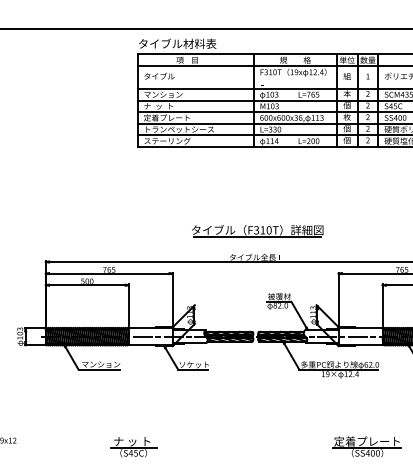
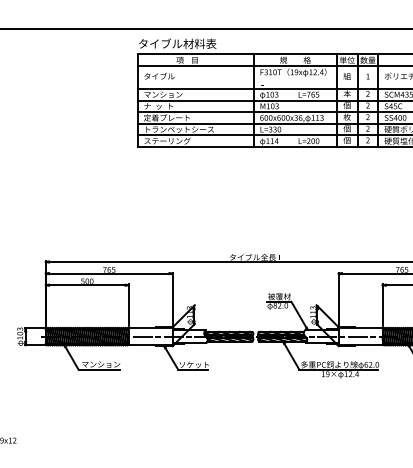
part at (257, 231): present -> none
part at (366, 446): present -> none
part at (133, 447): present -> none
